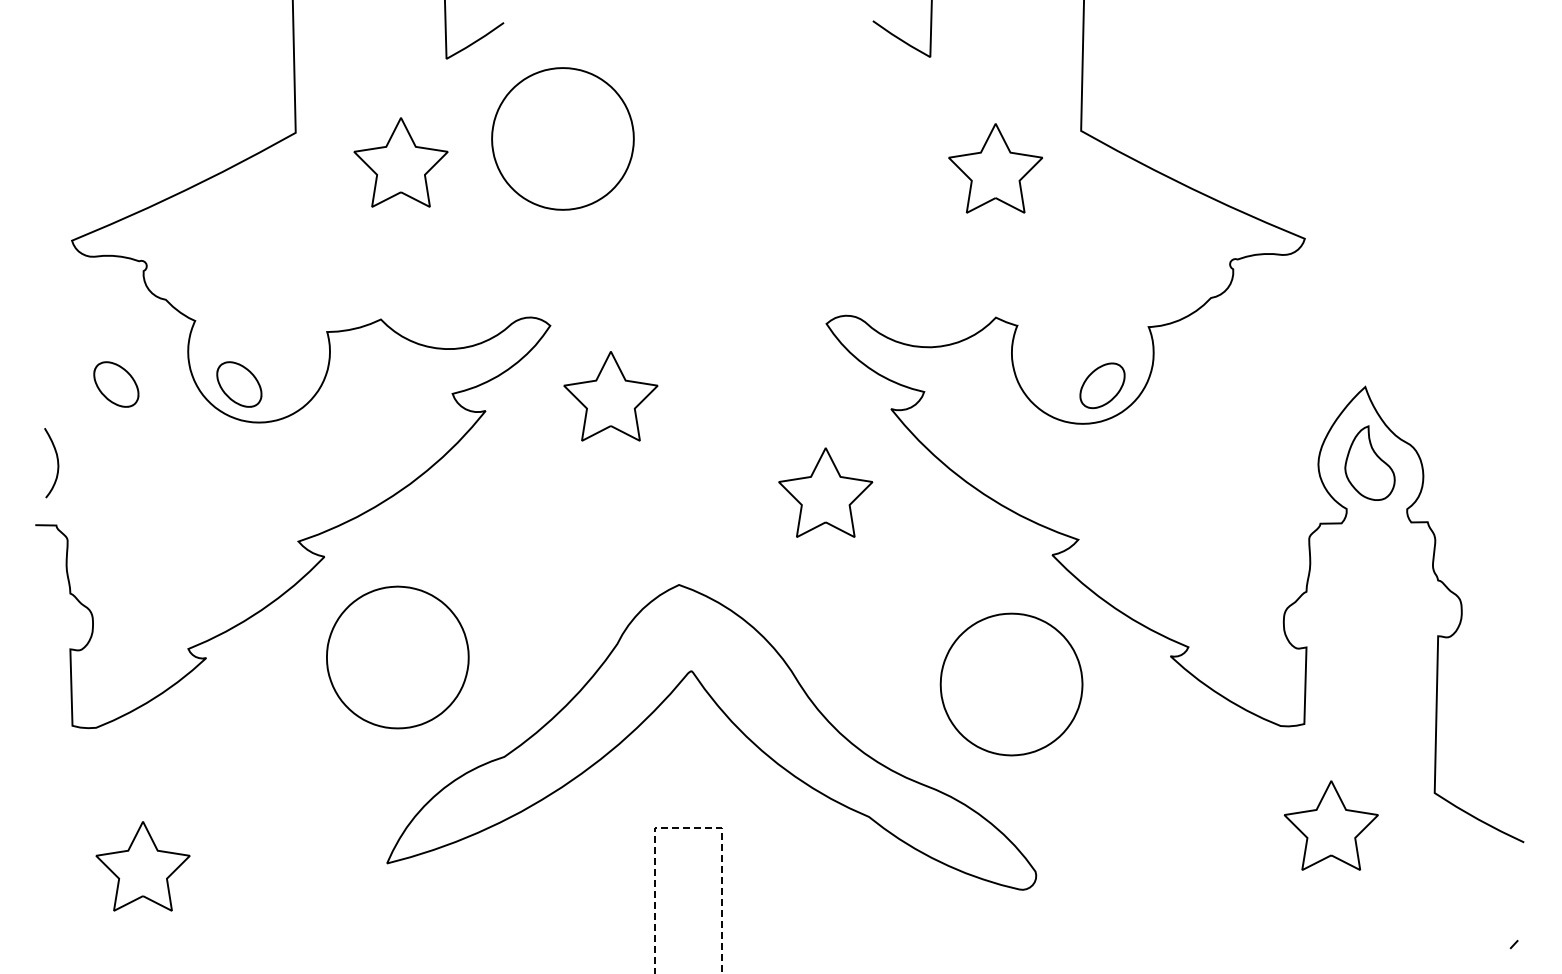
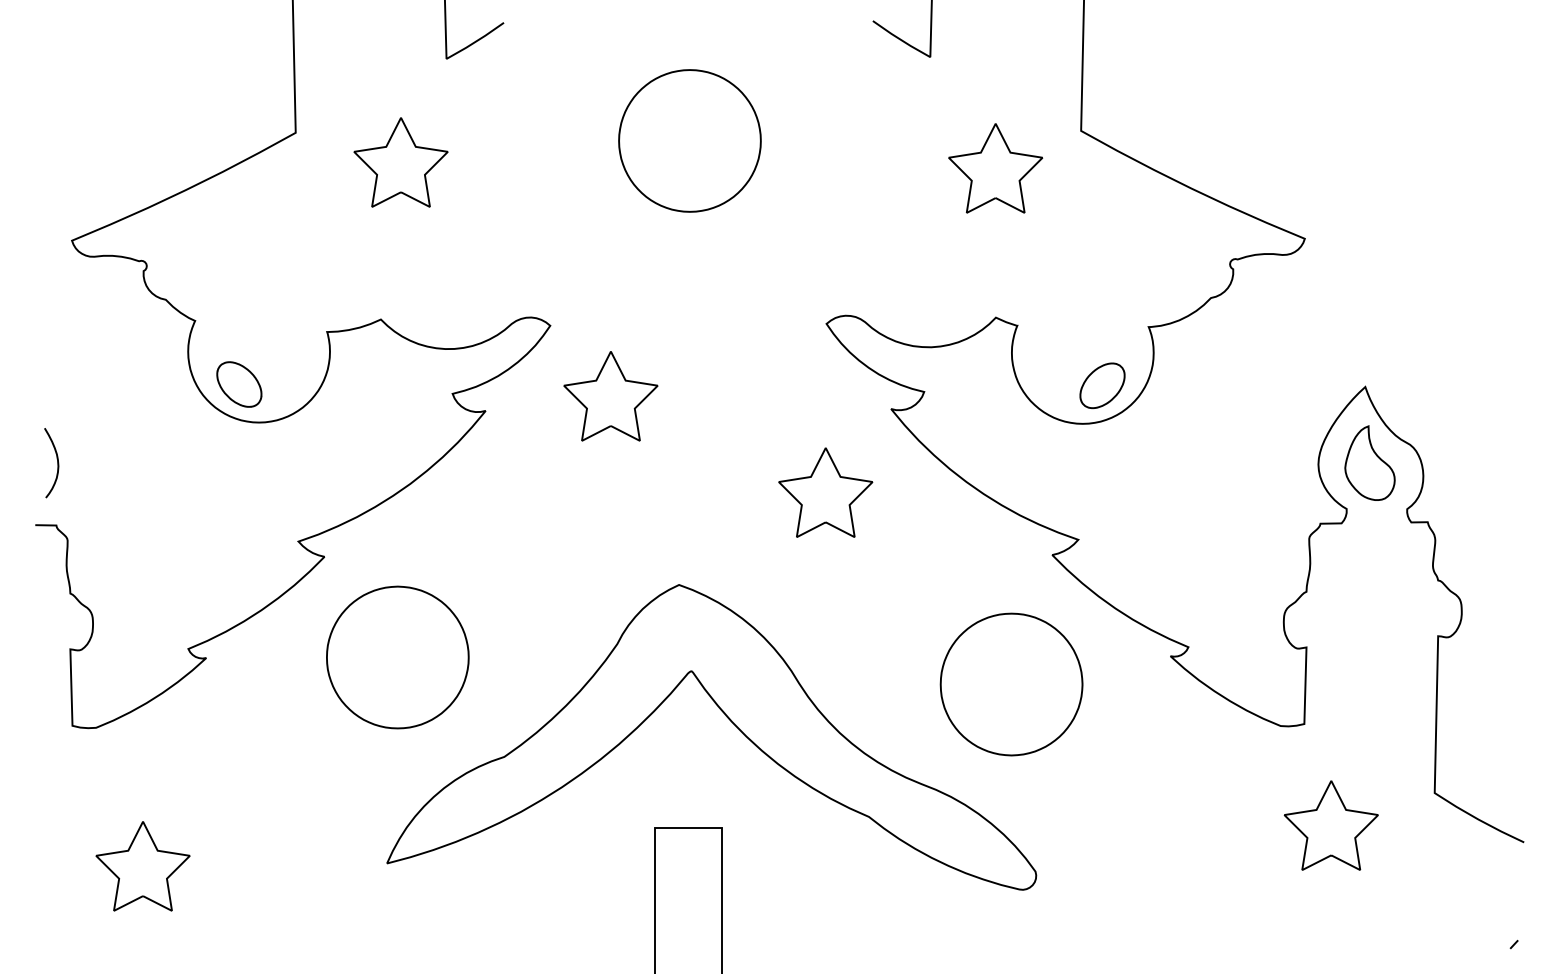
part at (562, 138) position: (562, 138) -> (689, 140)
part at (116, 384): present -> none
line at (688, 827): dashed -> solid
